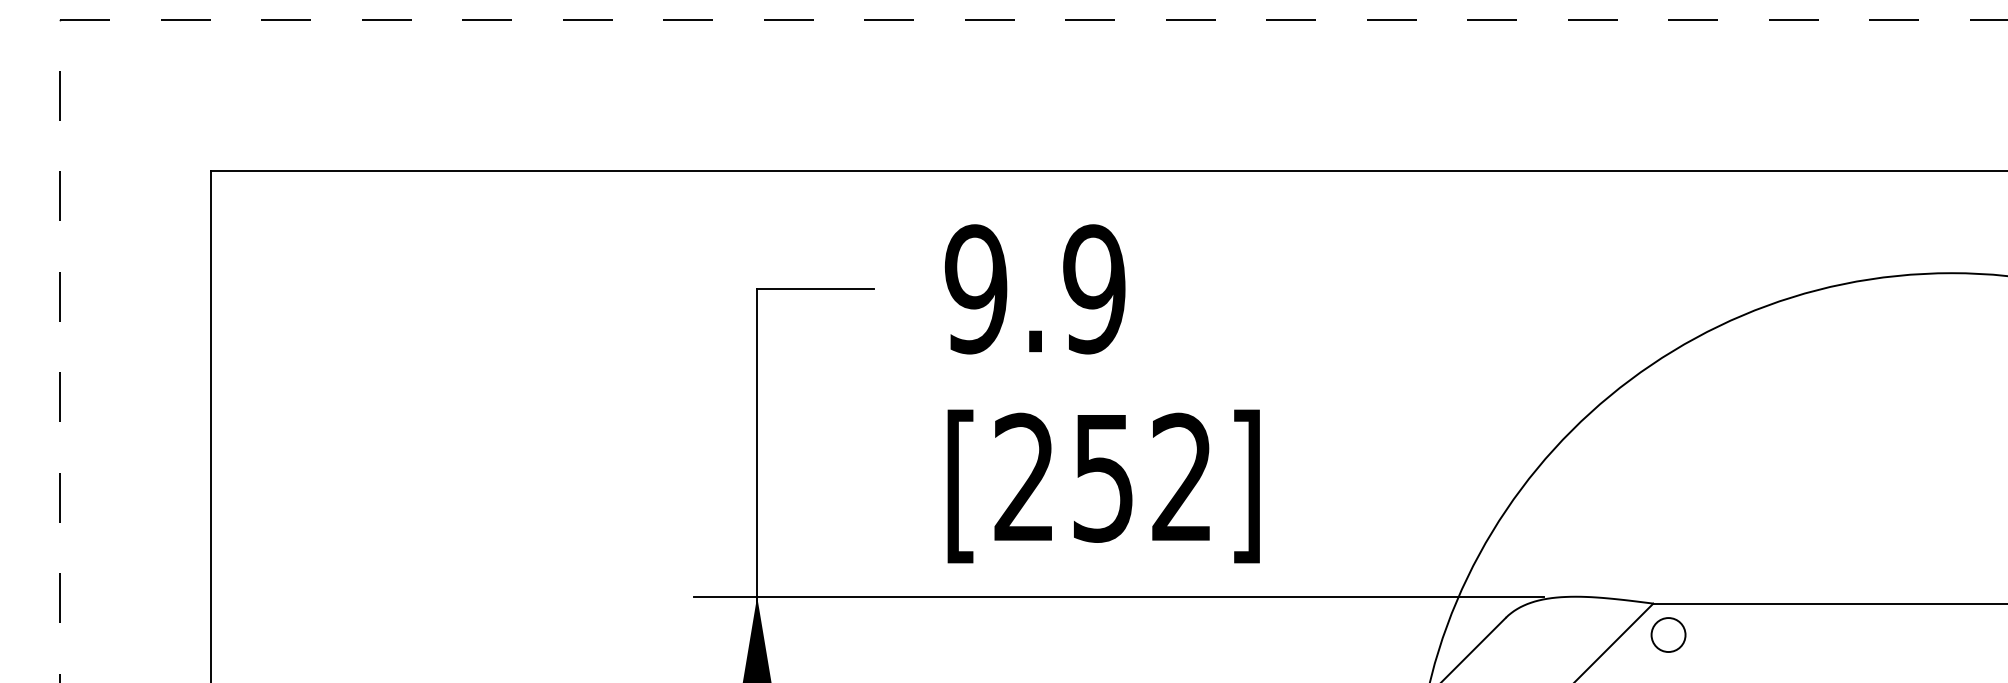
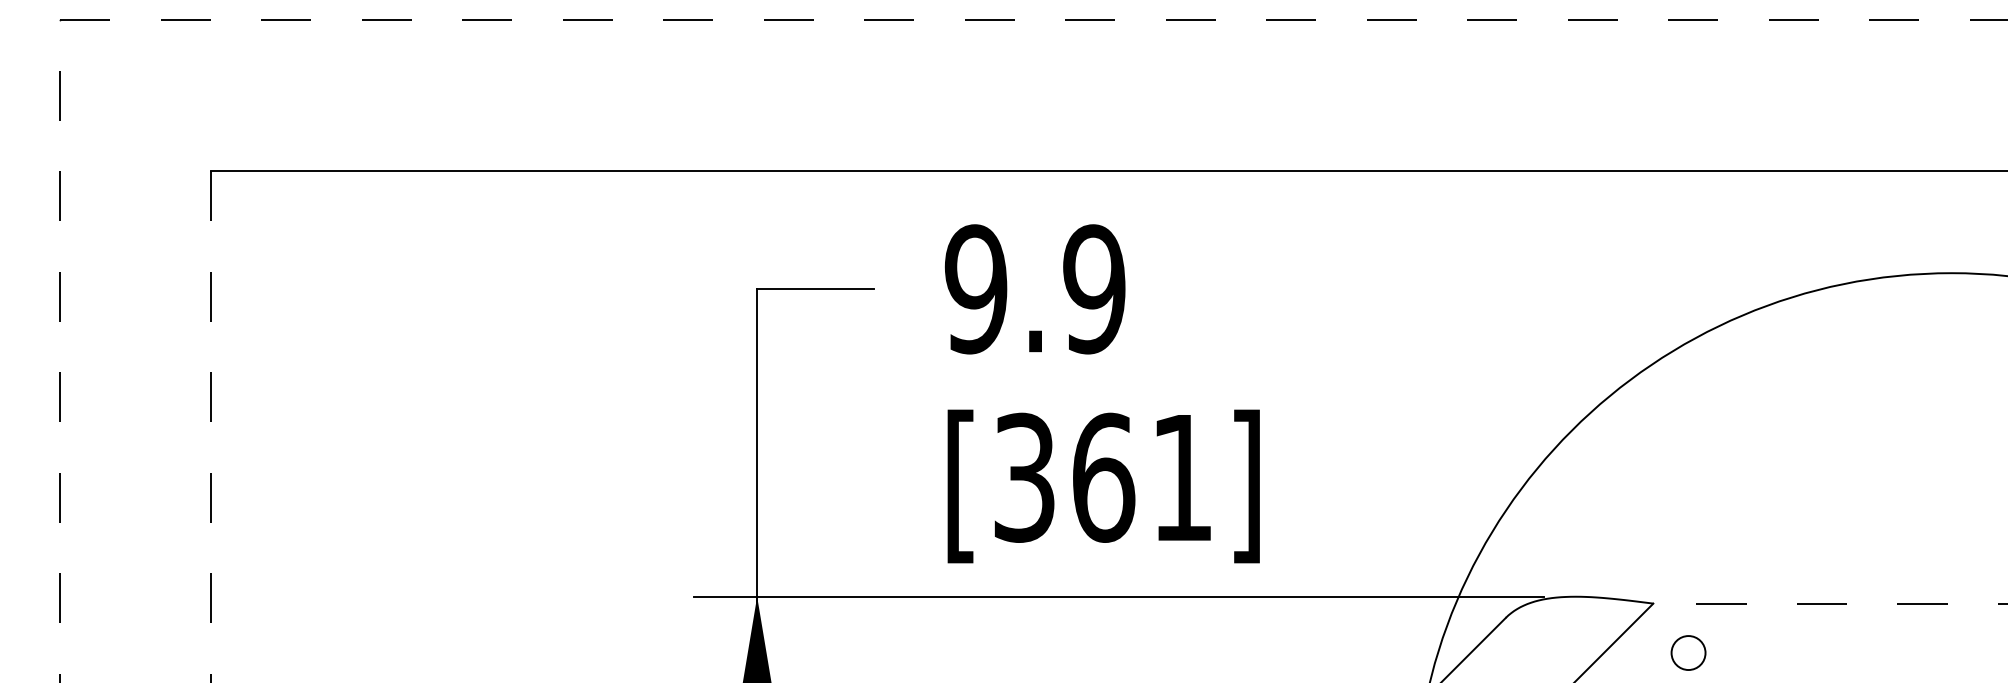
line at (210, 427): solid -> dashed
text at (1102, 477): [252] -> [361]
line at (1830, 603): solid -> dashed
circle at (1668, 634) position: (1668, 634) -> (1688, 652)
